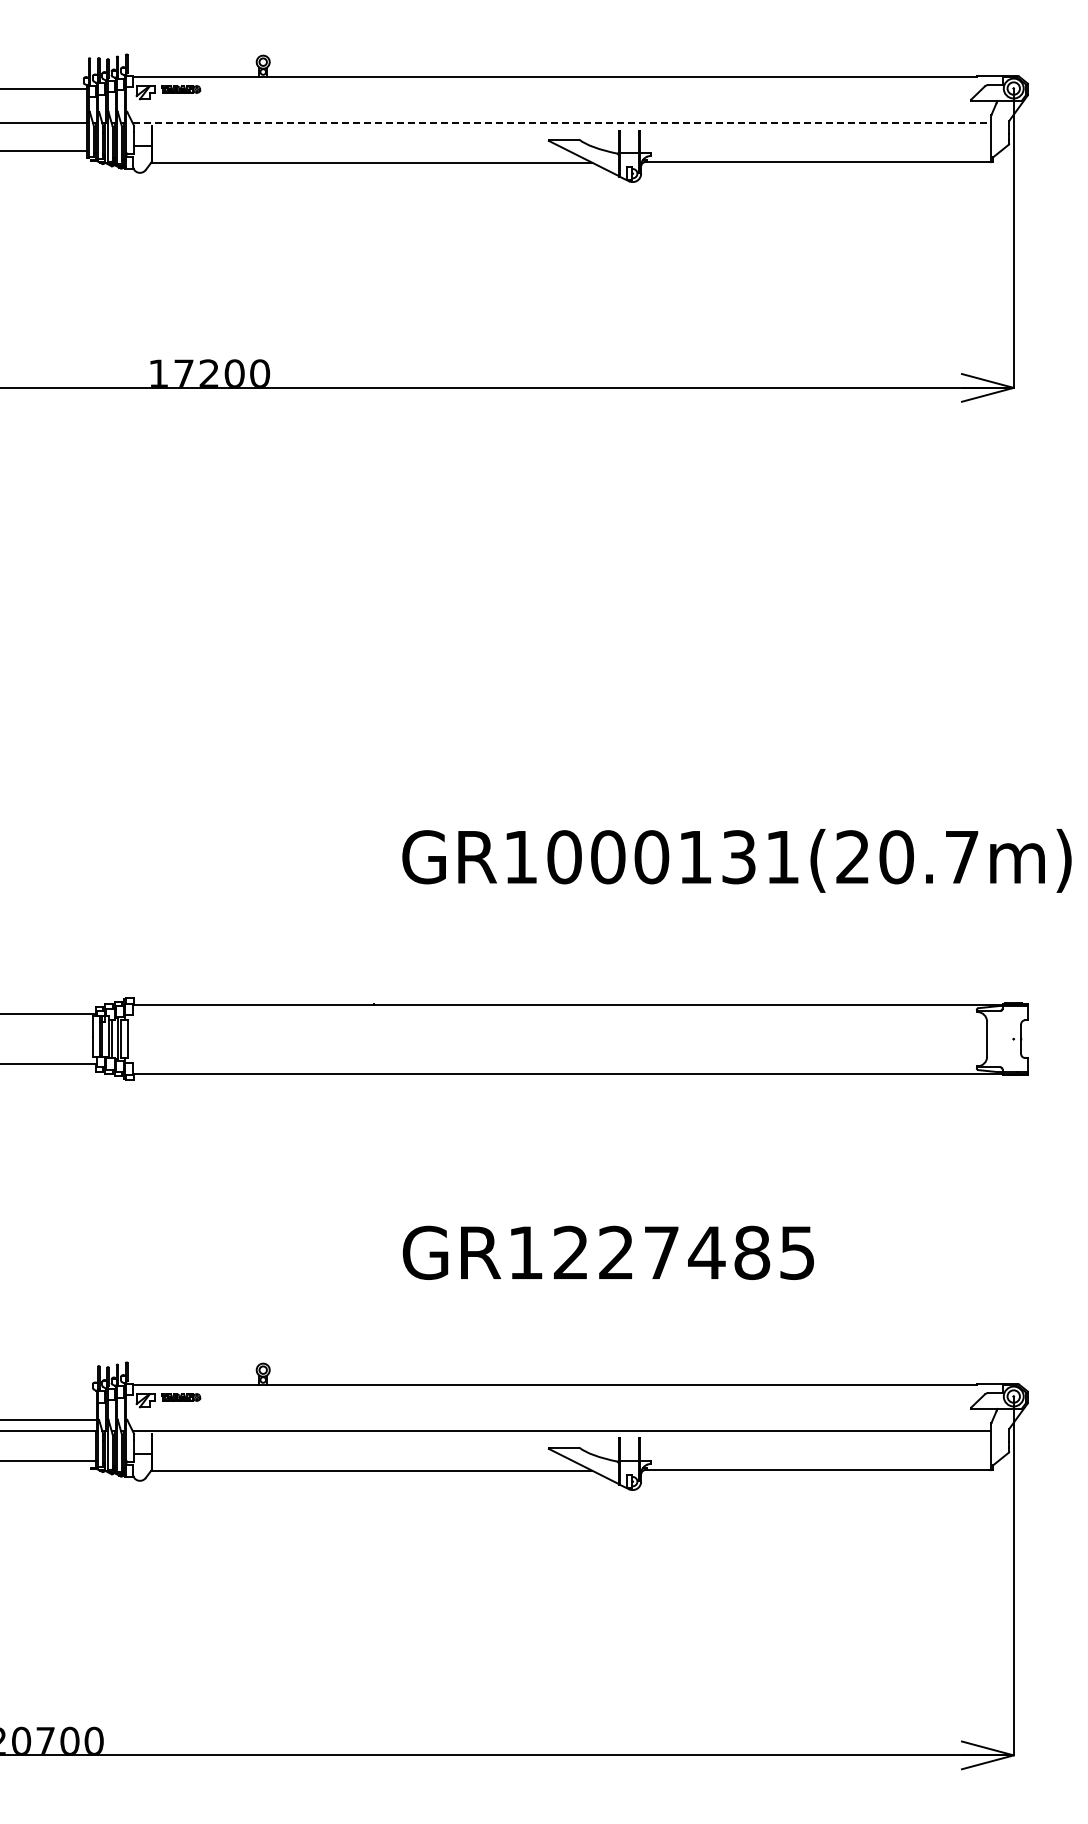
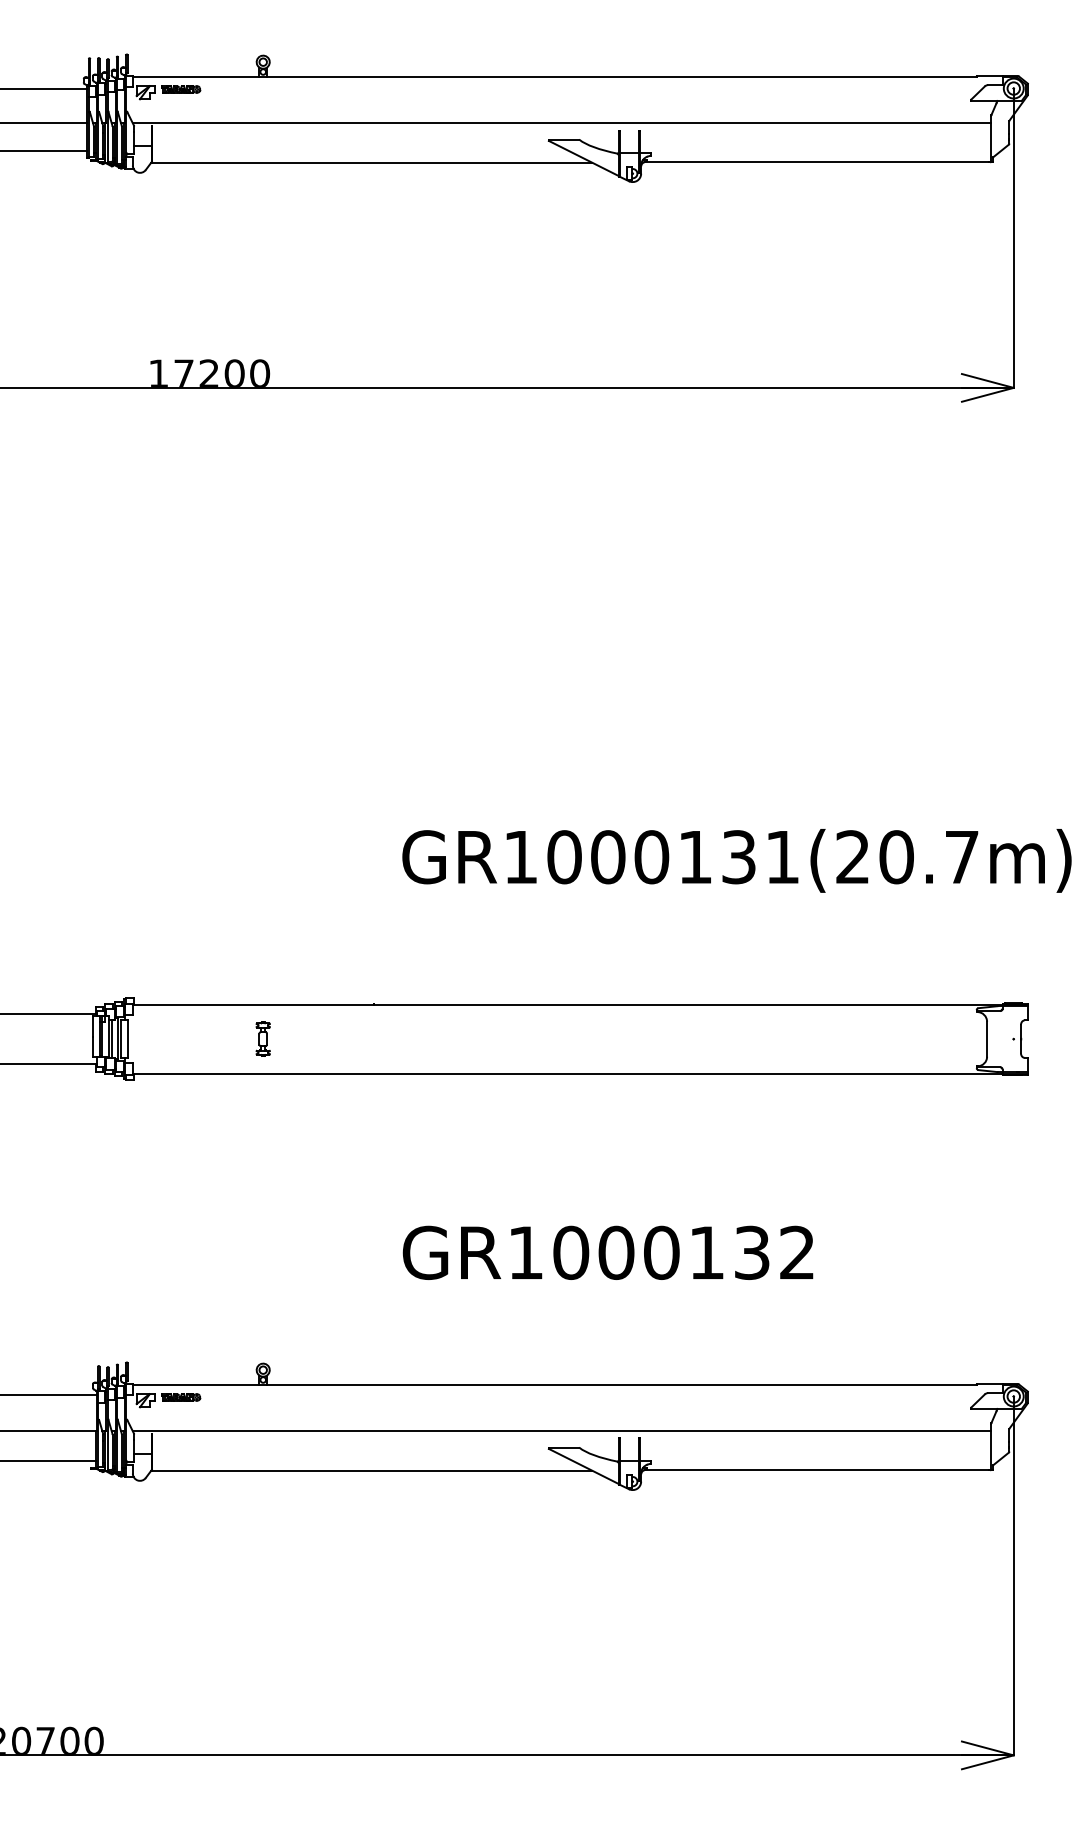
line at (562, 122): dashed -> solid
part at (262, 1038): none -> present
text at (683, 1252): GR1227485 -> GR1000132
line at (49, 1419) position: (49, 1419) -> (49, 1394)
